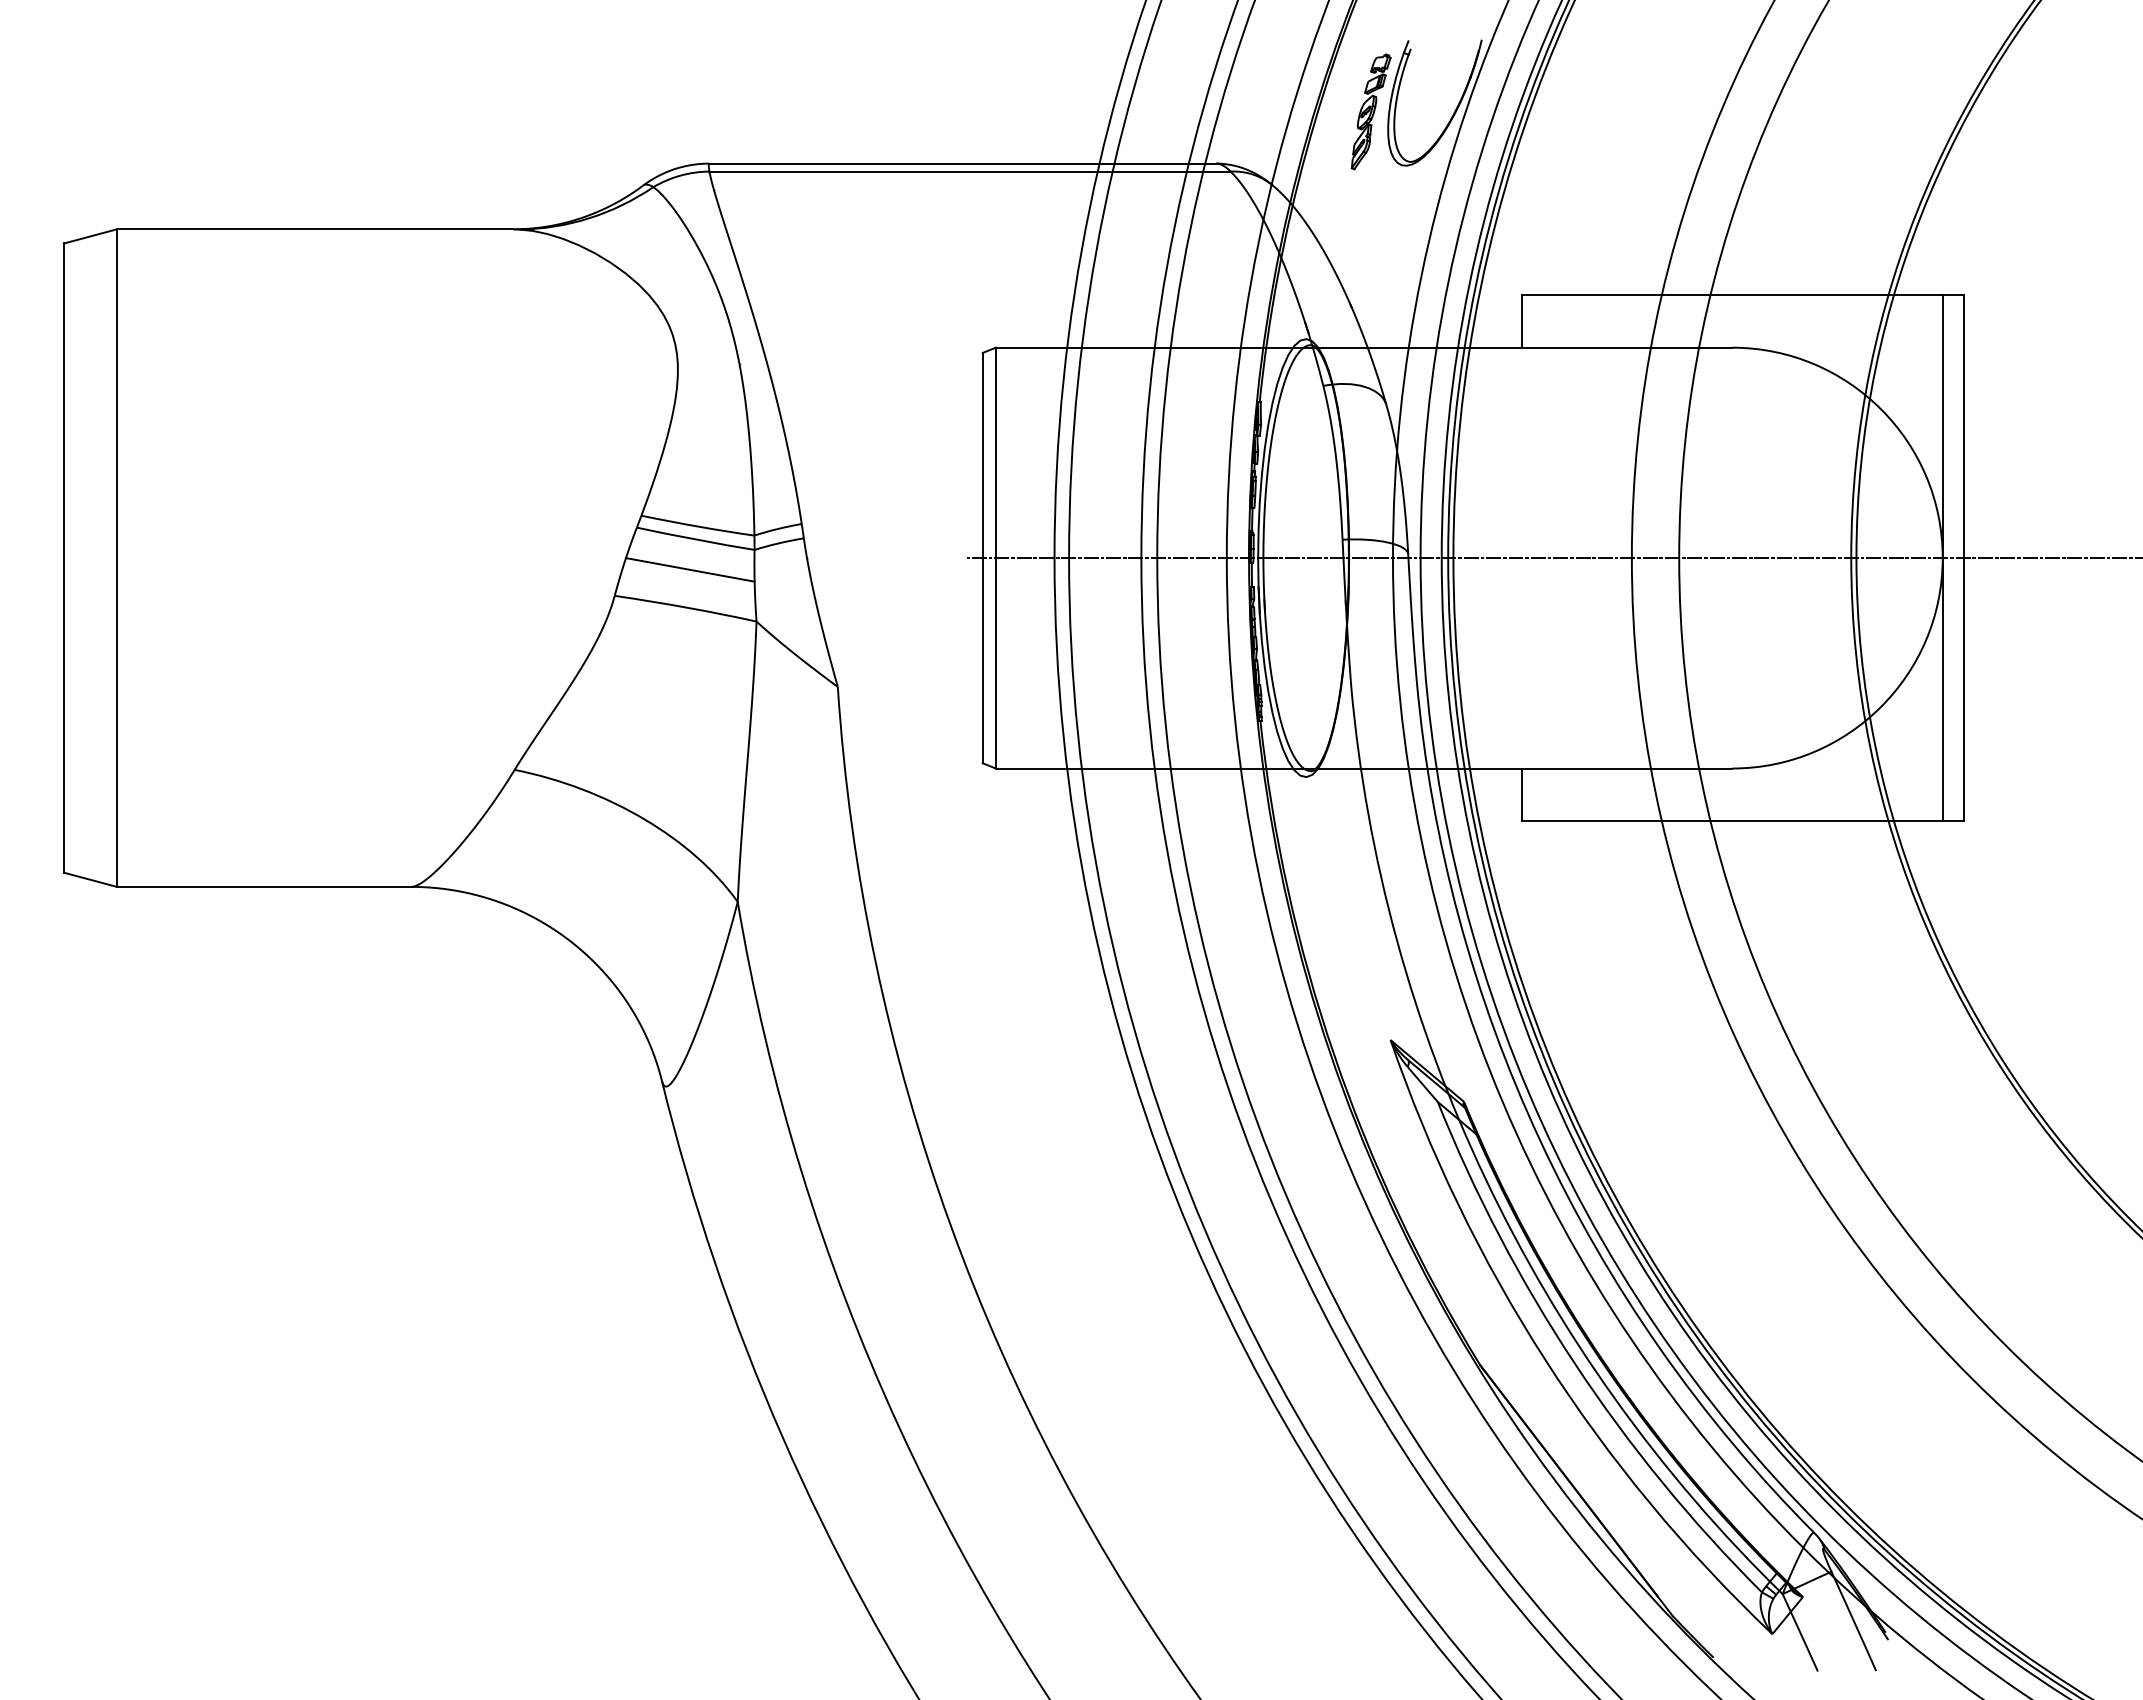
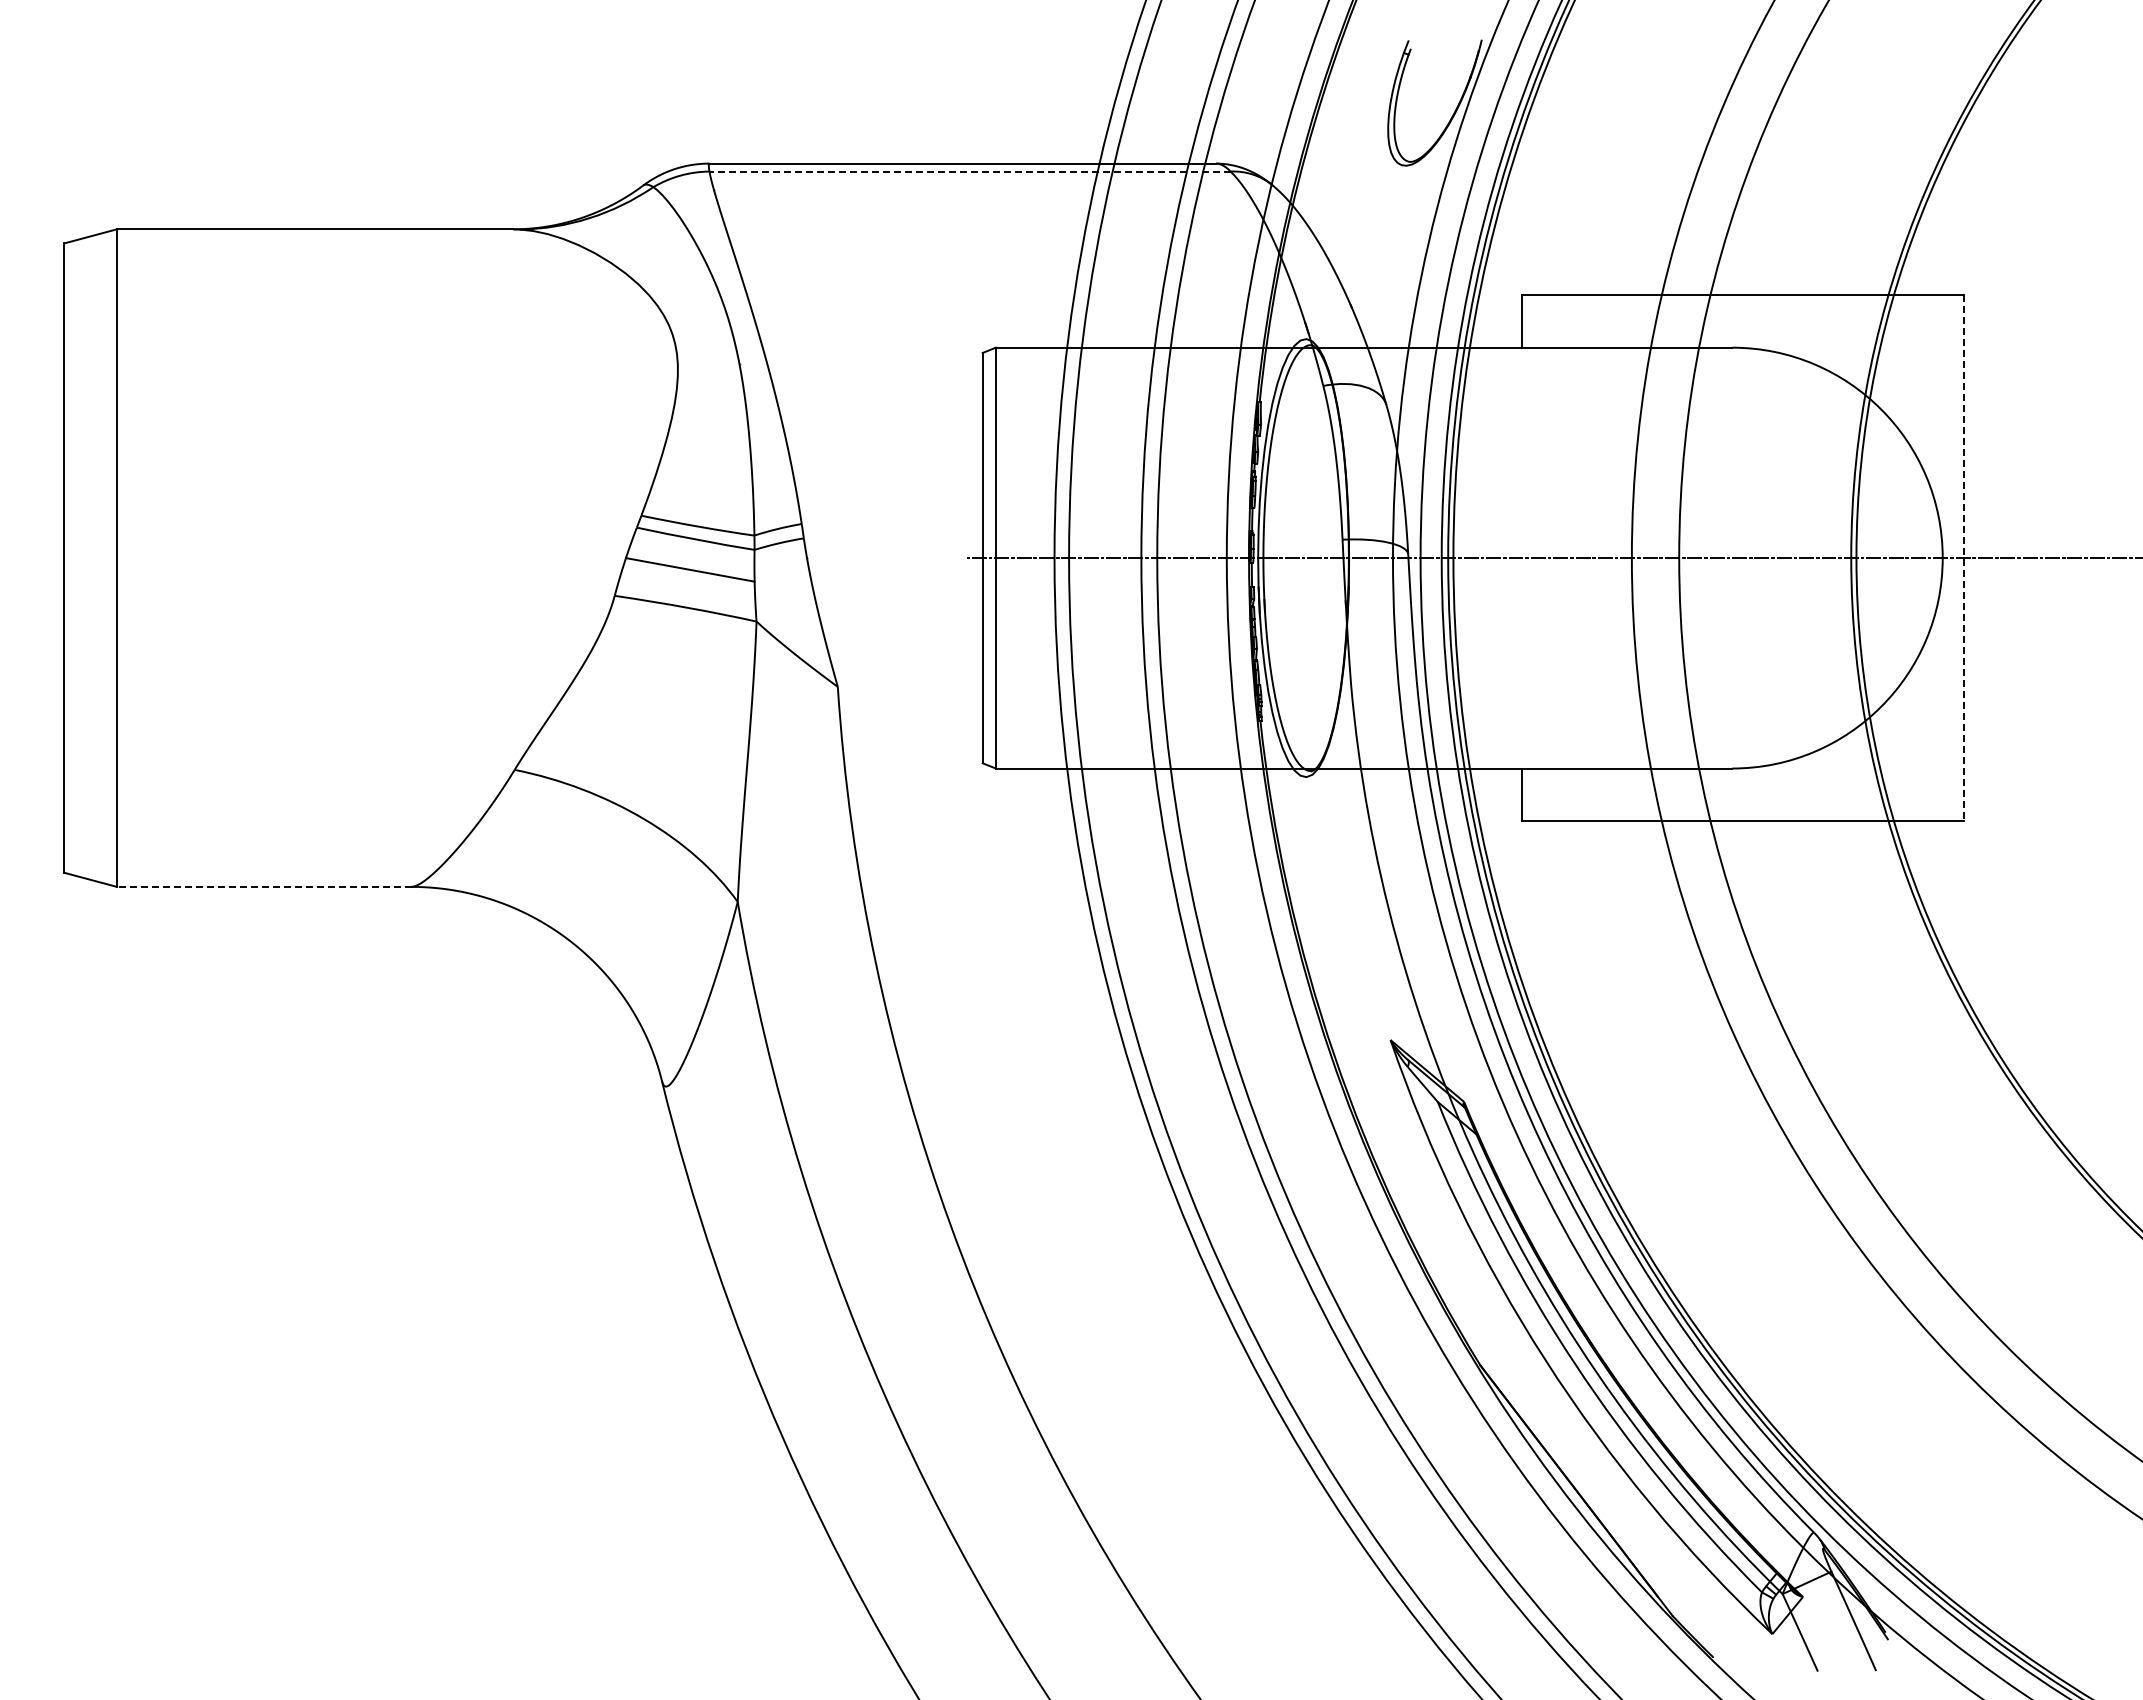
part at (1370, 111): present -> none
line at (970, 171): solid -> dashed
line at (1942, 558): present -> none
line at (1963, 558): solid -> dashed
line at (263, 886): solid -> dashed
